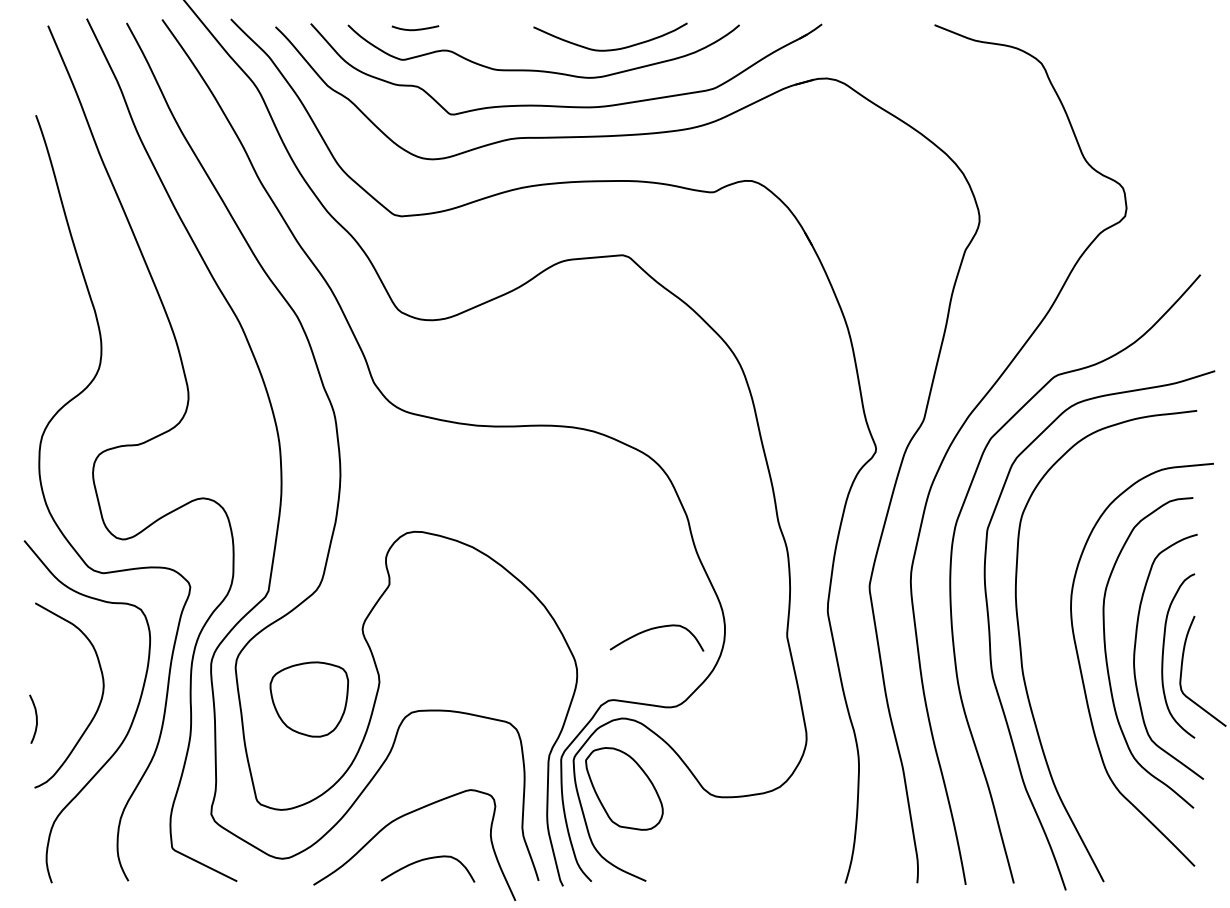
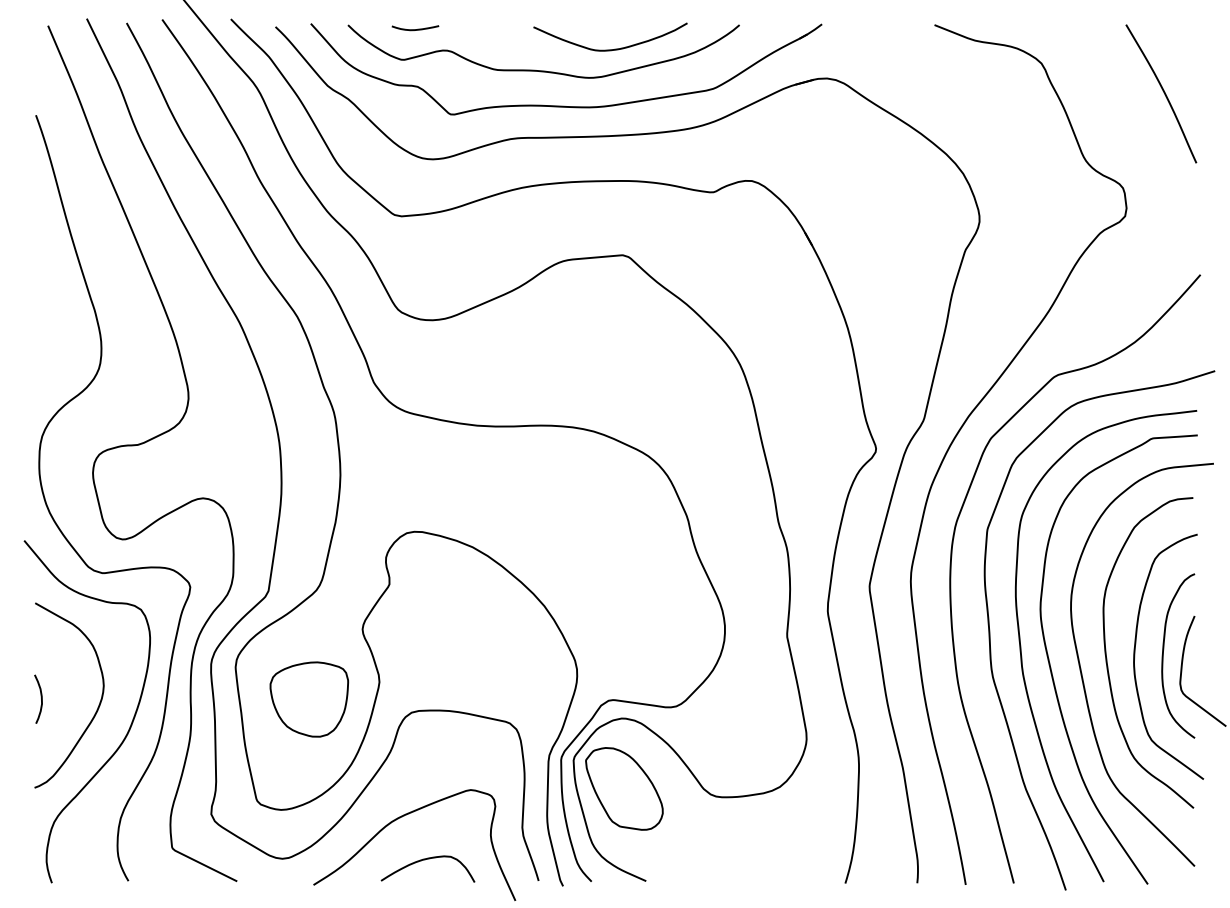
curve at (1162, 91): none -> present
curve at (654, 629): present -> none
curve at (1052, 671): none -> present
curve at (35, 717) position: (35, 717) -> (40, 697)
